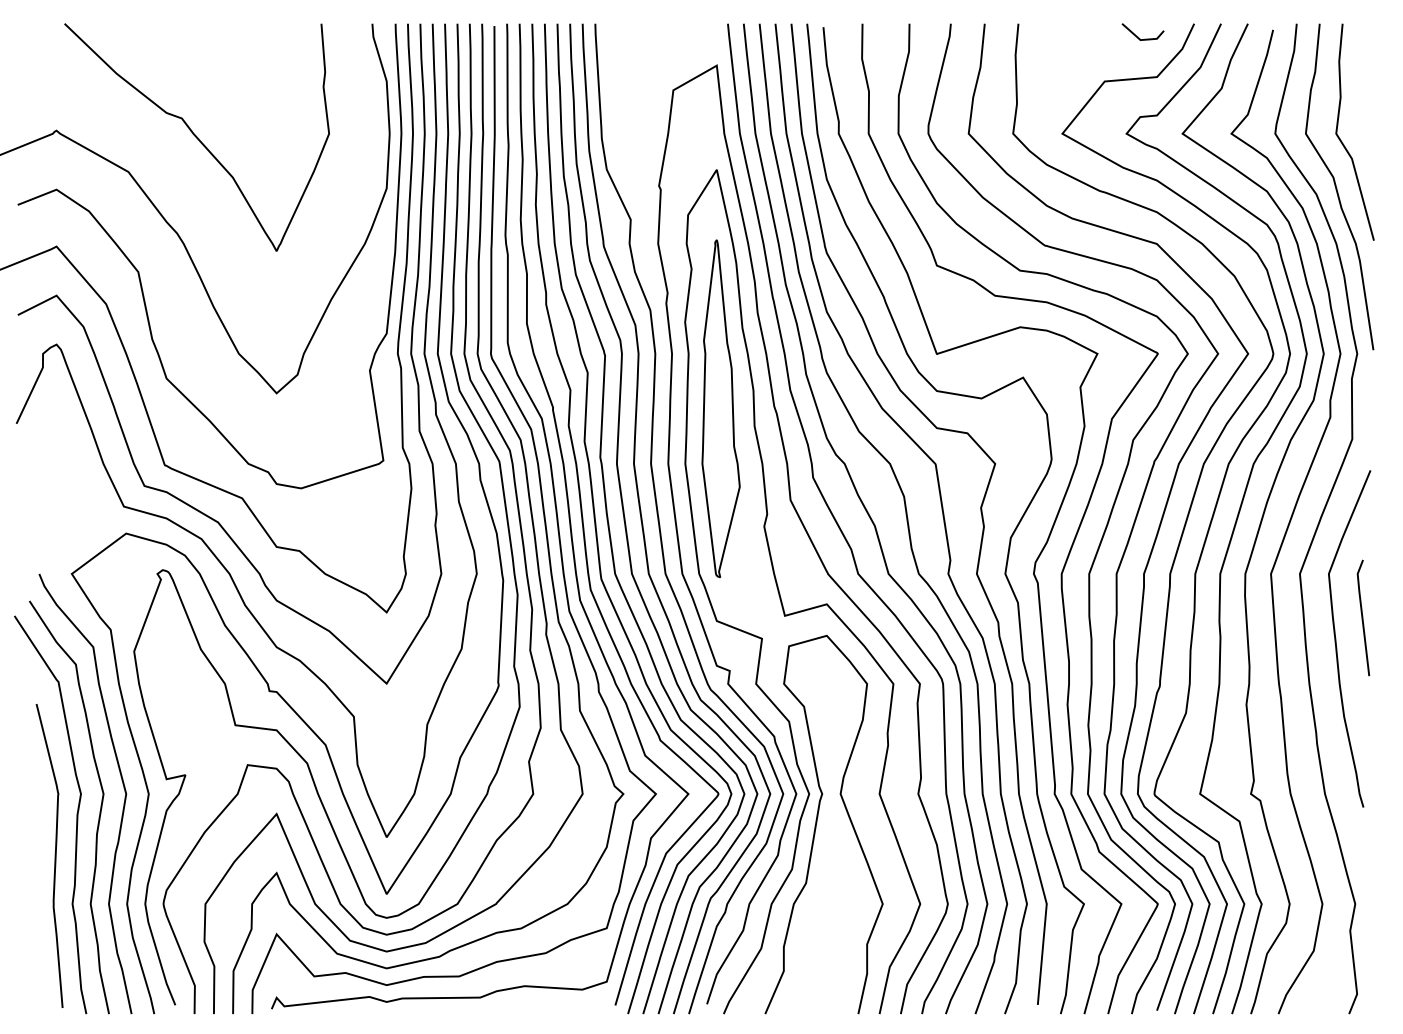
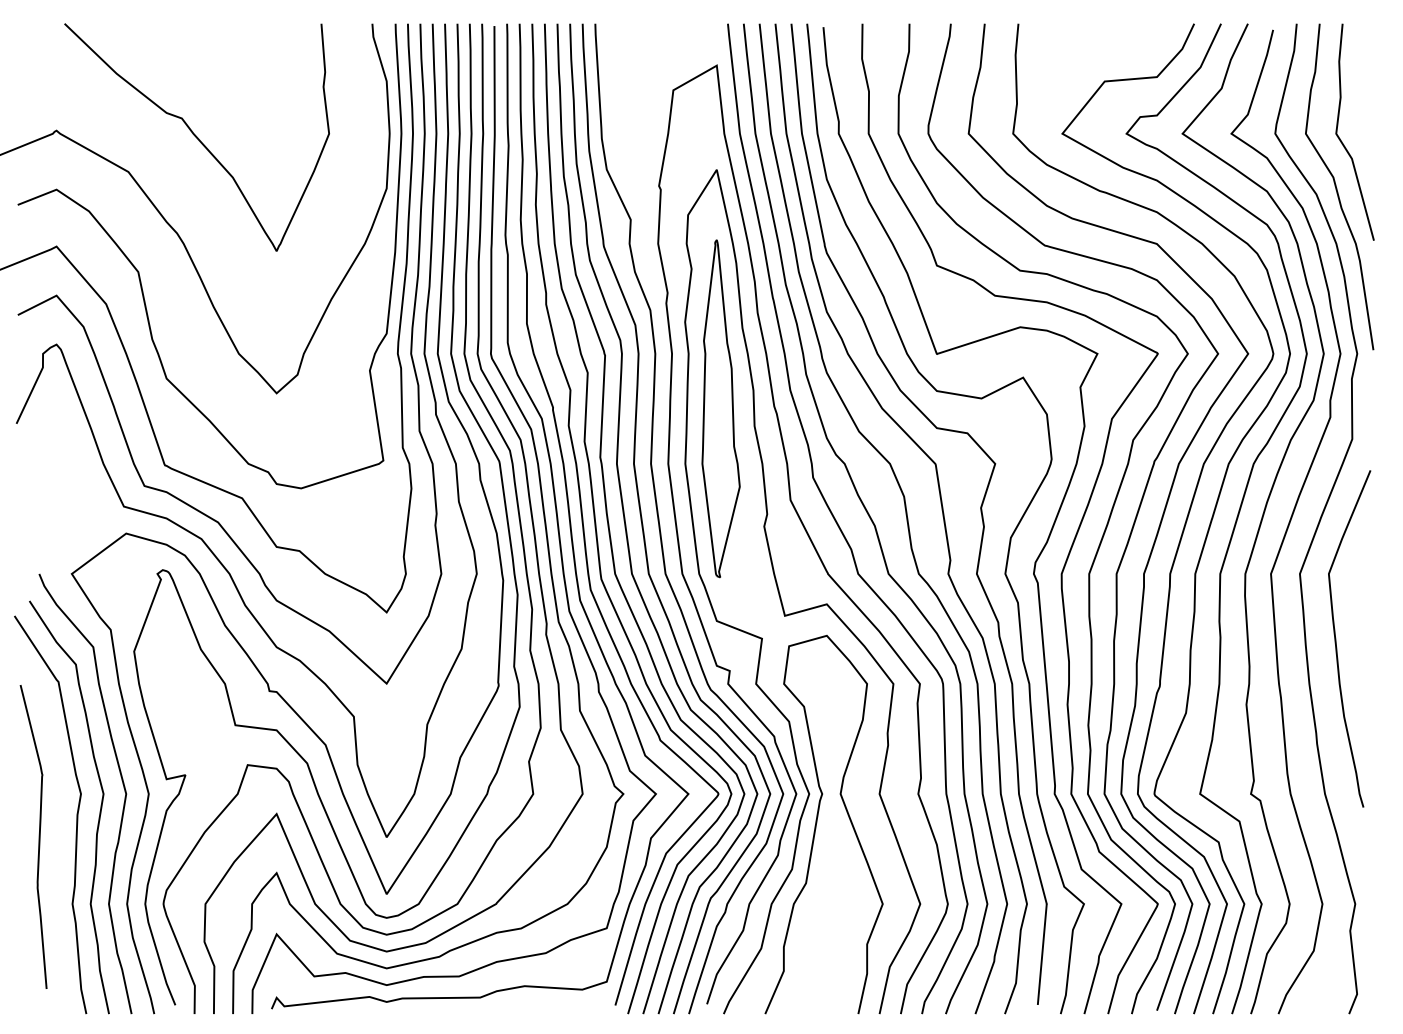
line at (1138, 36): present -> none
line at (1363, 617): present -> none
curve at (54, 855) position: (54, 855) -> (38, 836)
